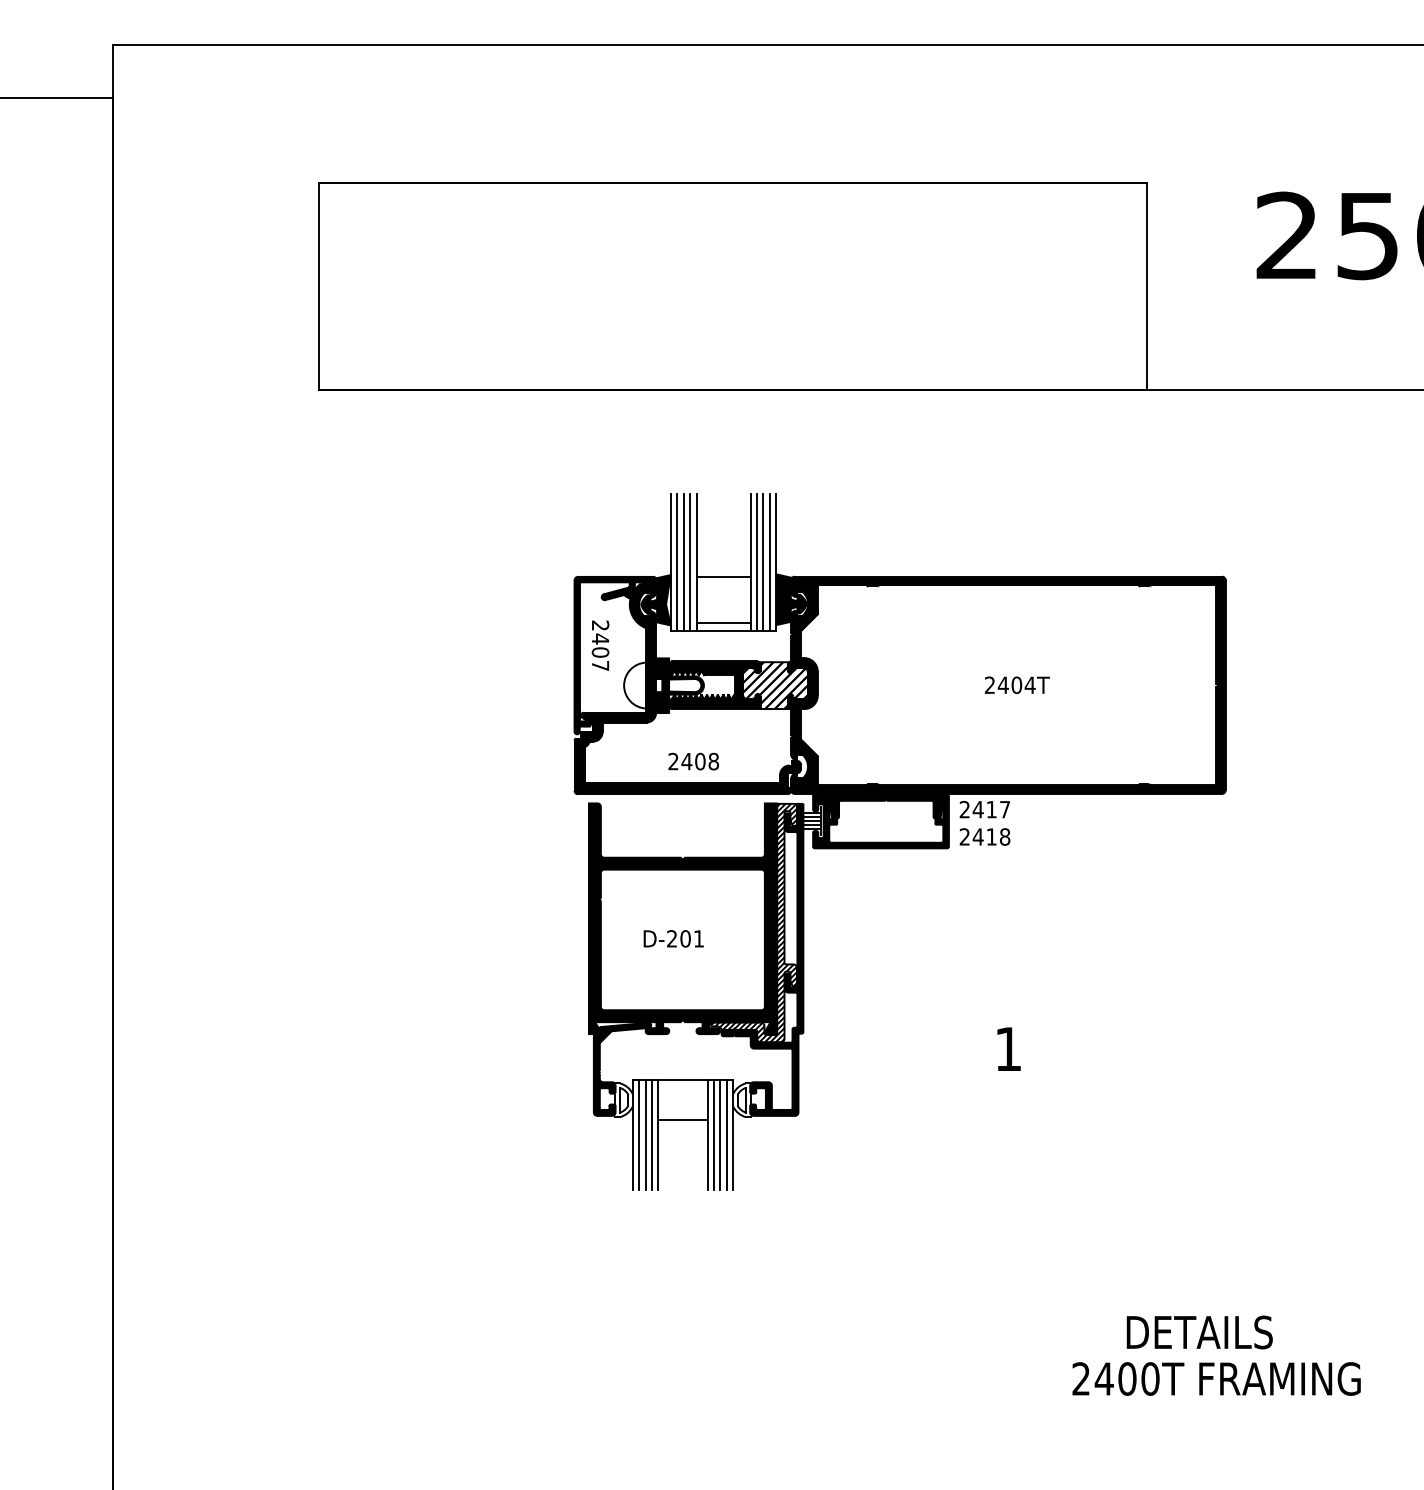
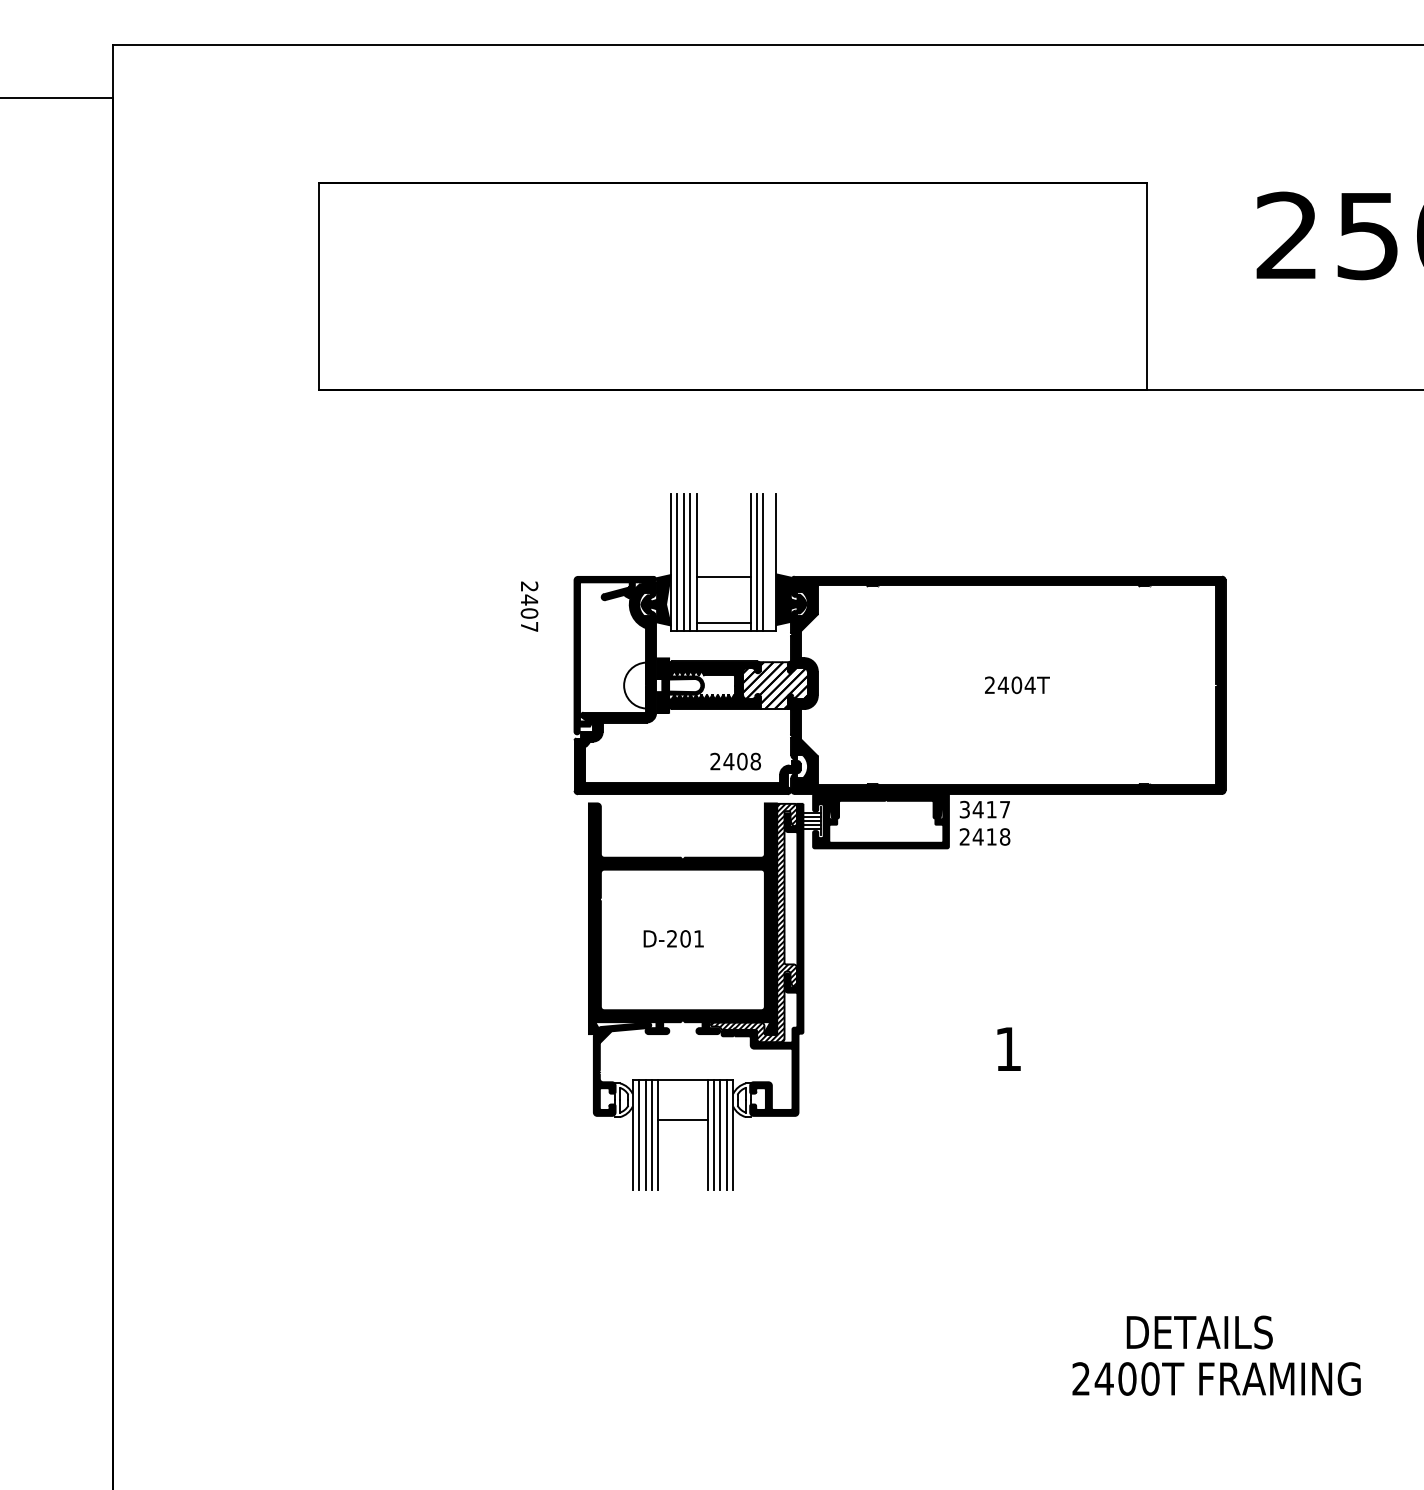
line at (769, 562): present -> none
text at (600, 645) position: (600, 645) -> (529, 606)
text at (693, 761) position: (693, 761) -> (735, 761)
text at (964, 809): 2417 -> 3417
